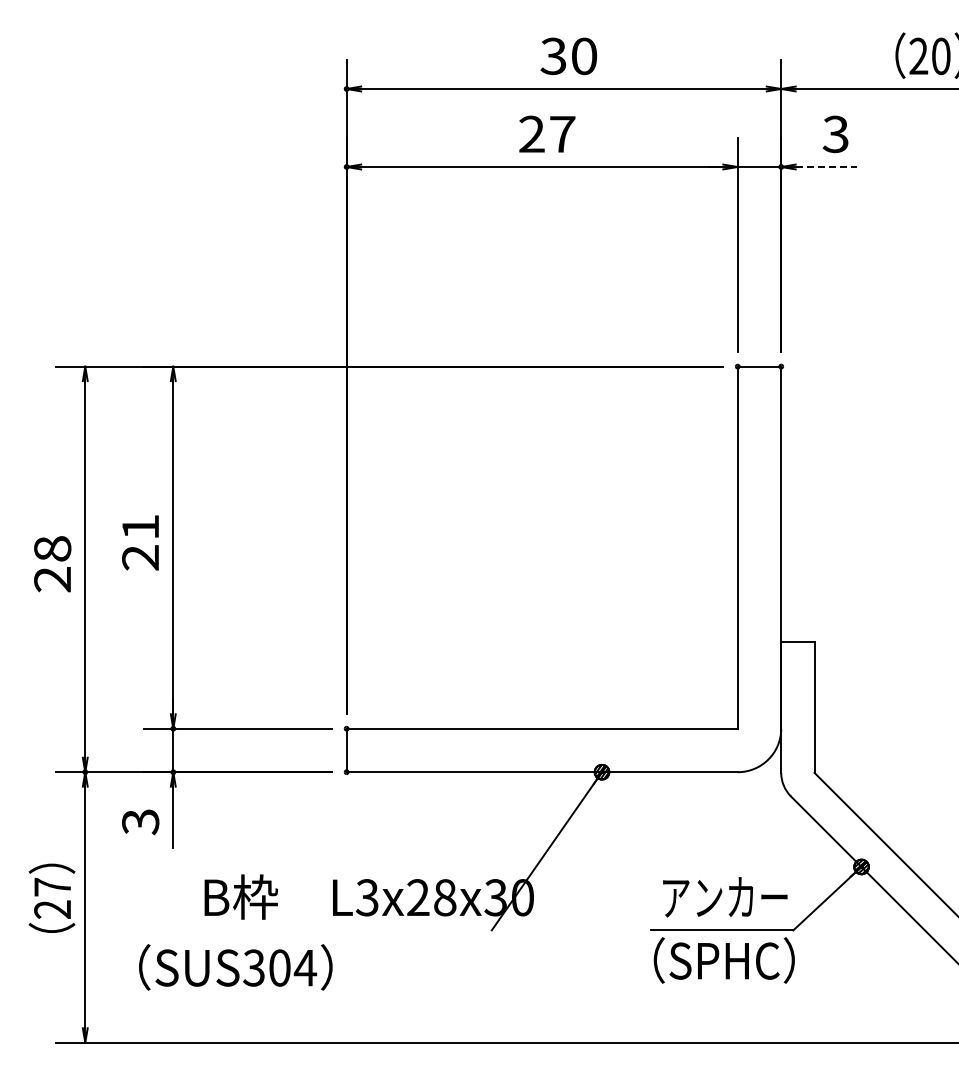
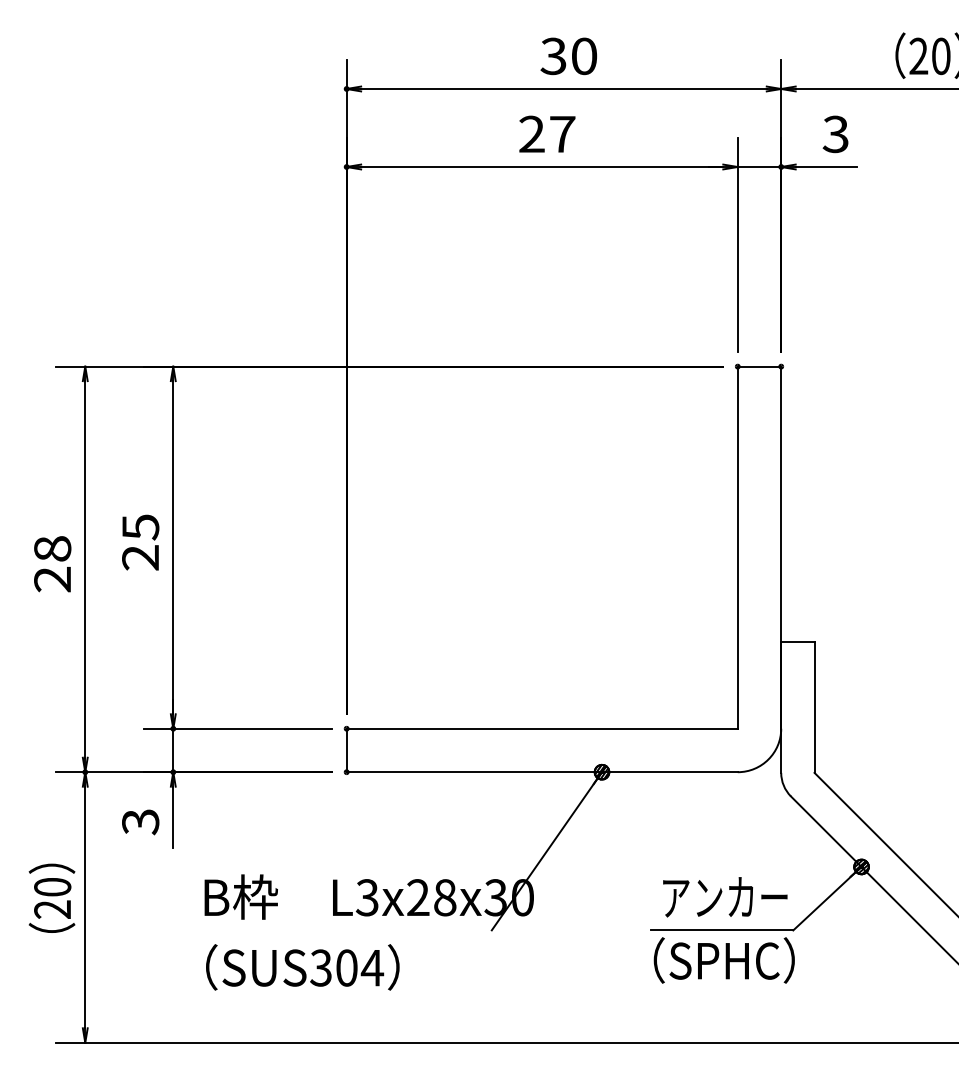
line at (826, 167): dashed -> solid
text at (140, 527): 21 -> 25
text at (52, 886): 27 -> 20
text at (235, 967) position: (235, 967) -> (302, 967)
